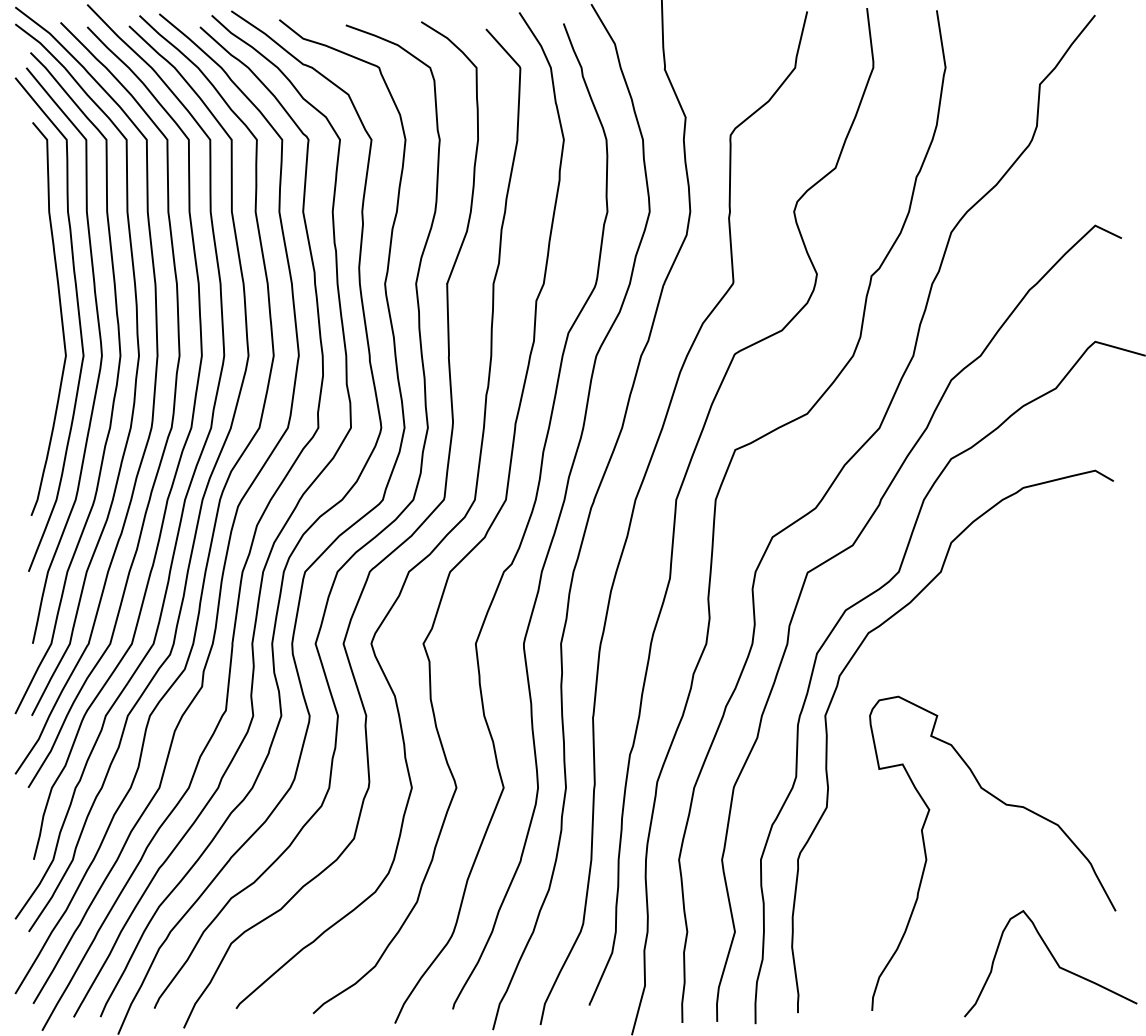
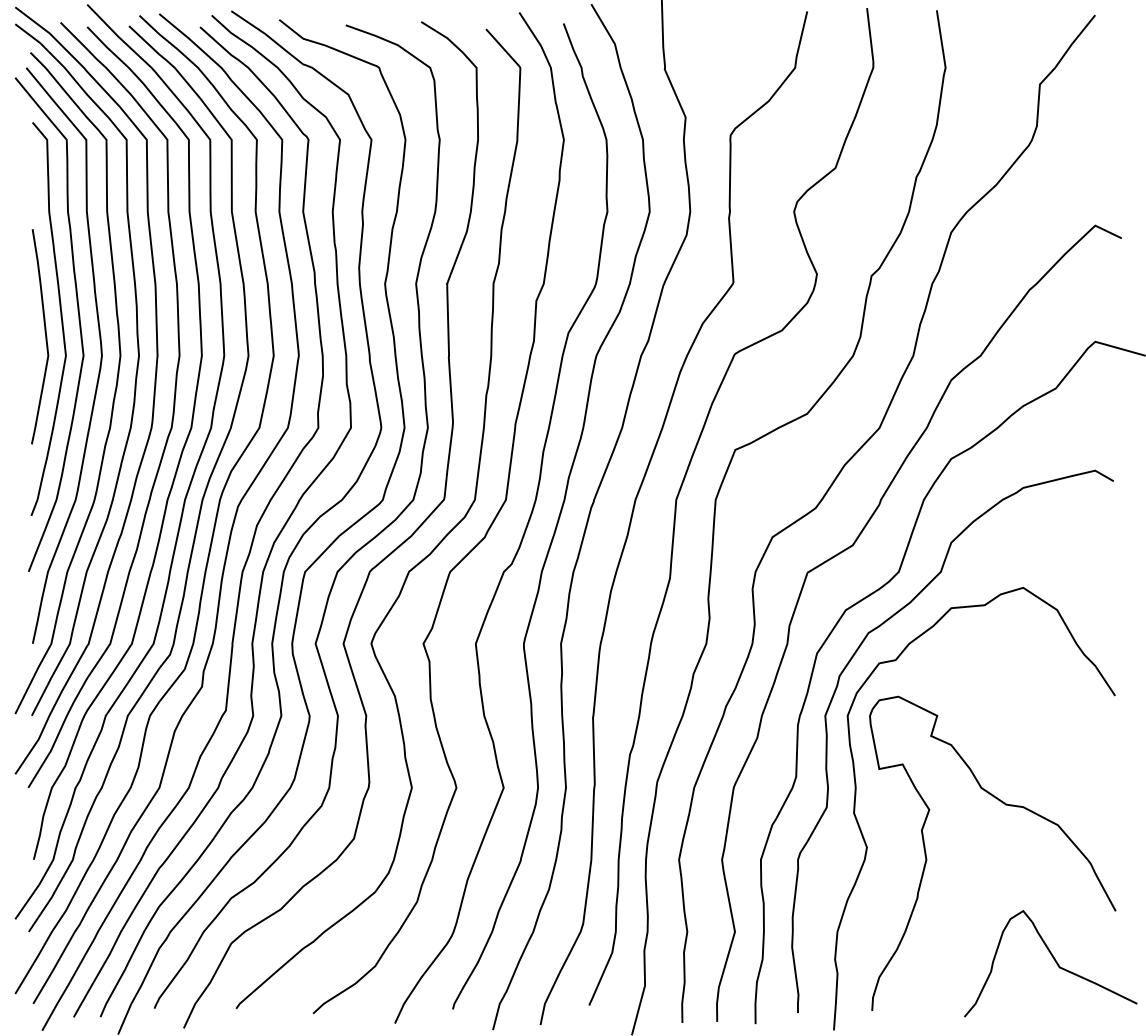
curve at (45, 336): none -> present
curve at (867, 845): none -> present
